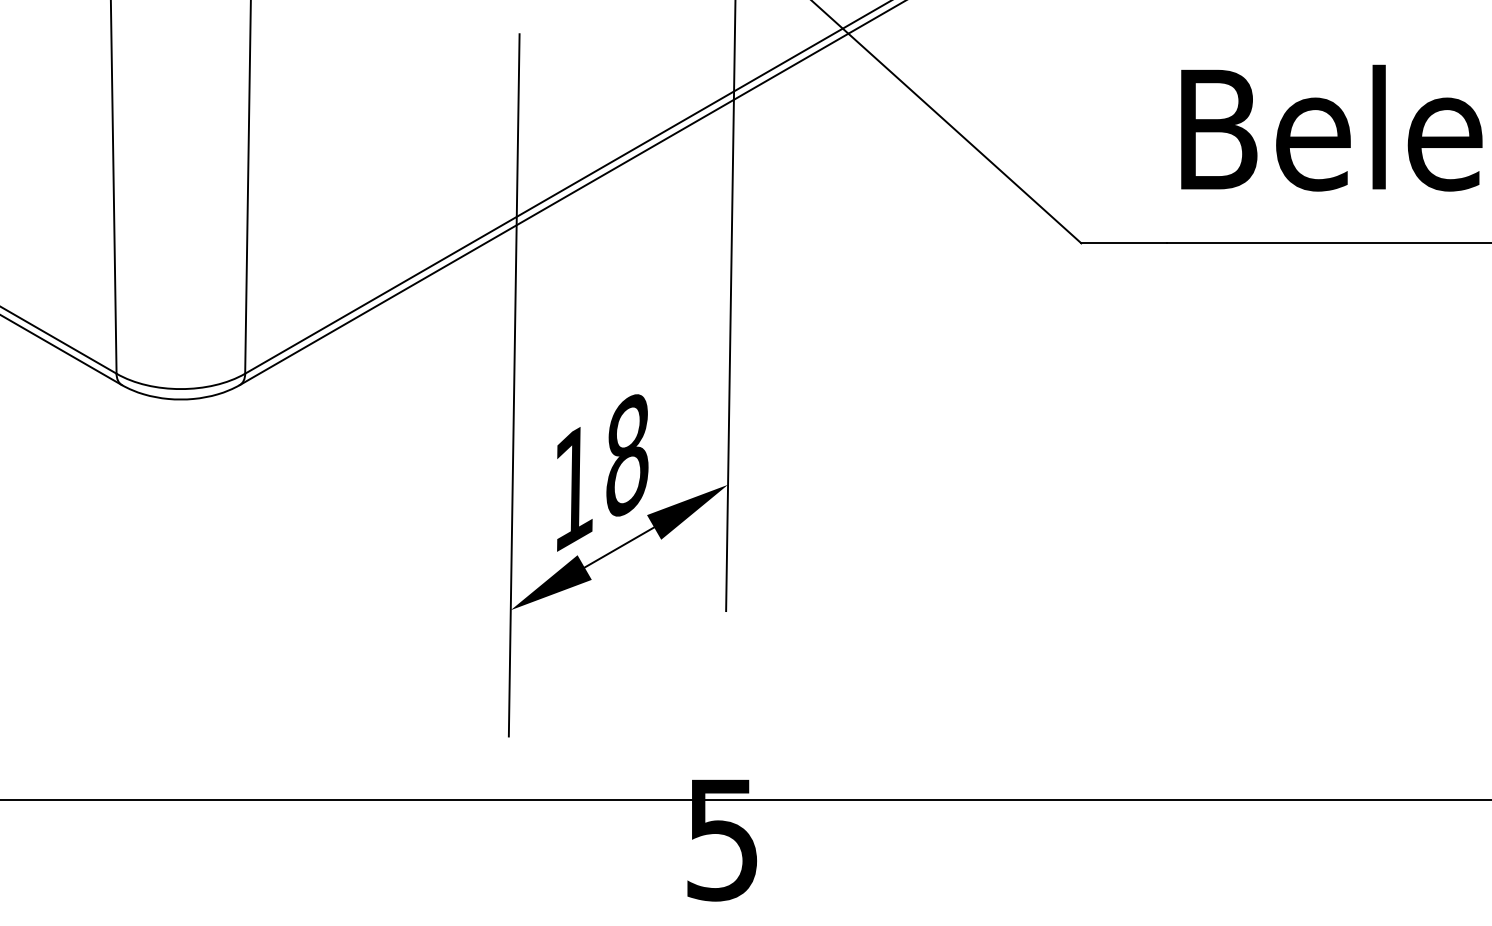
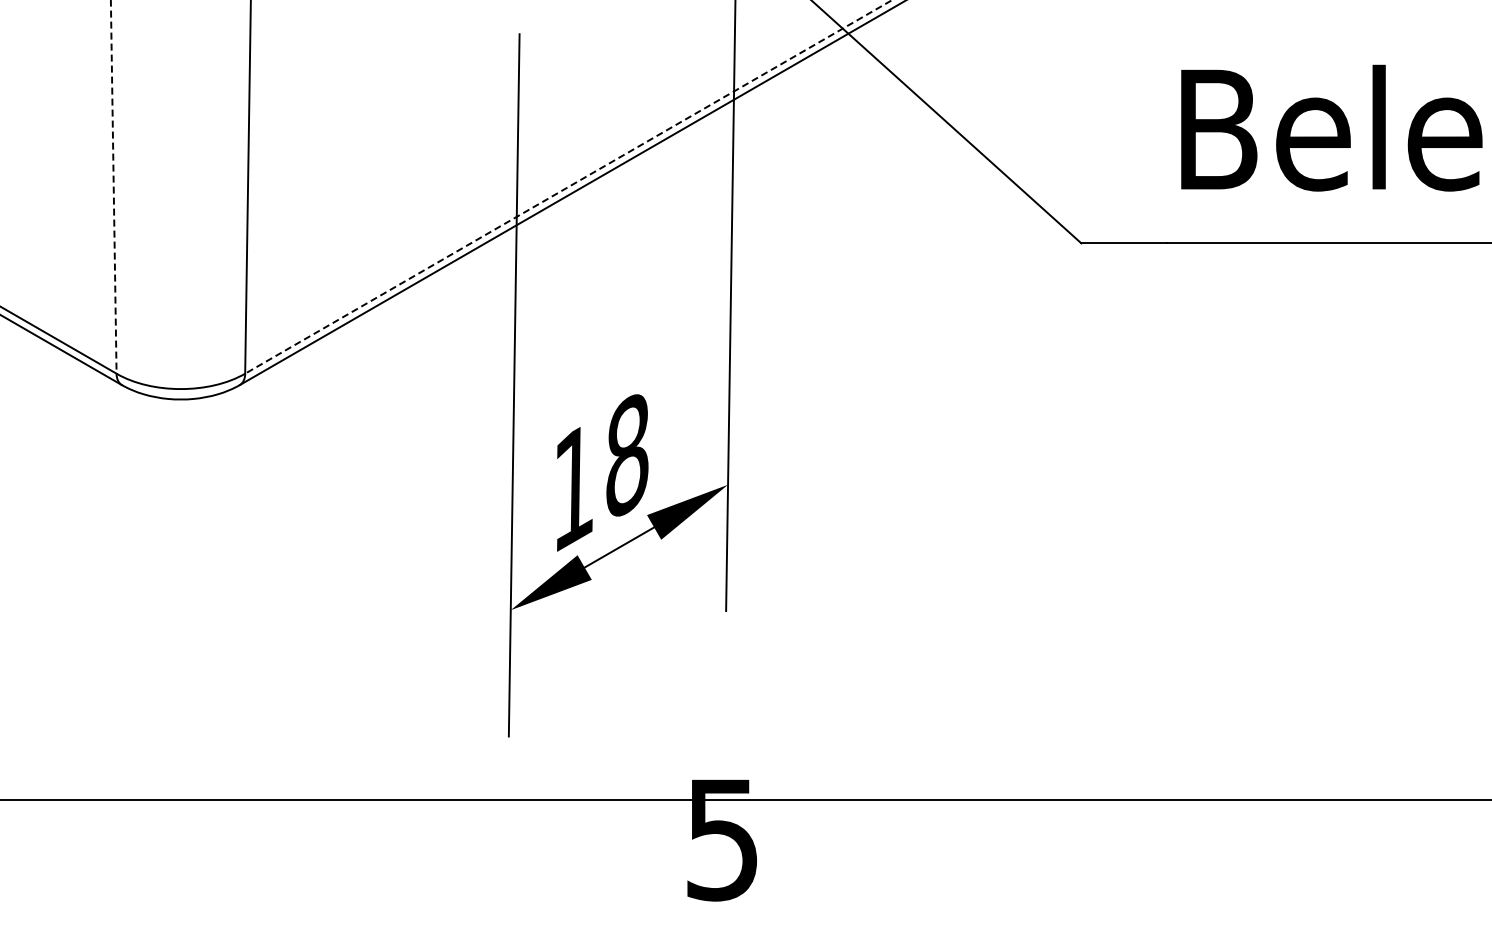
line at (568, 186): solid -> dashed
line at (113, 187): solid -> dashed
